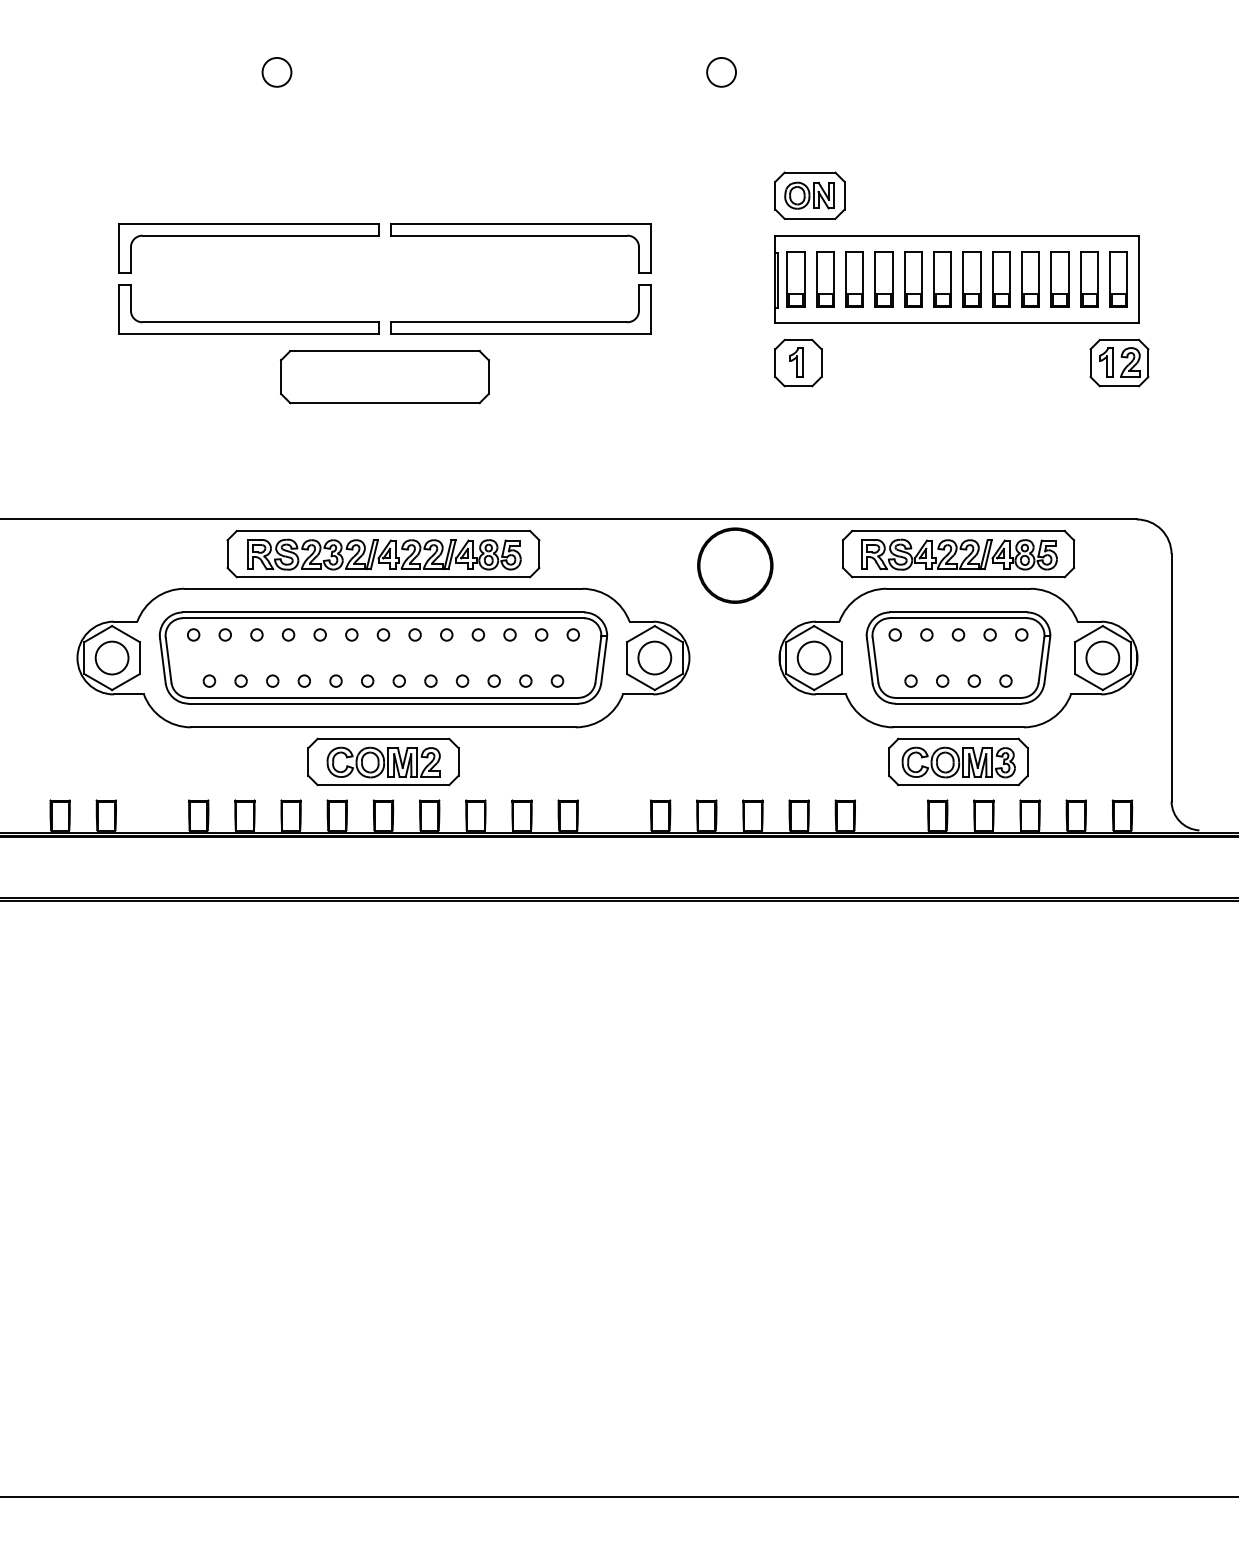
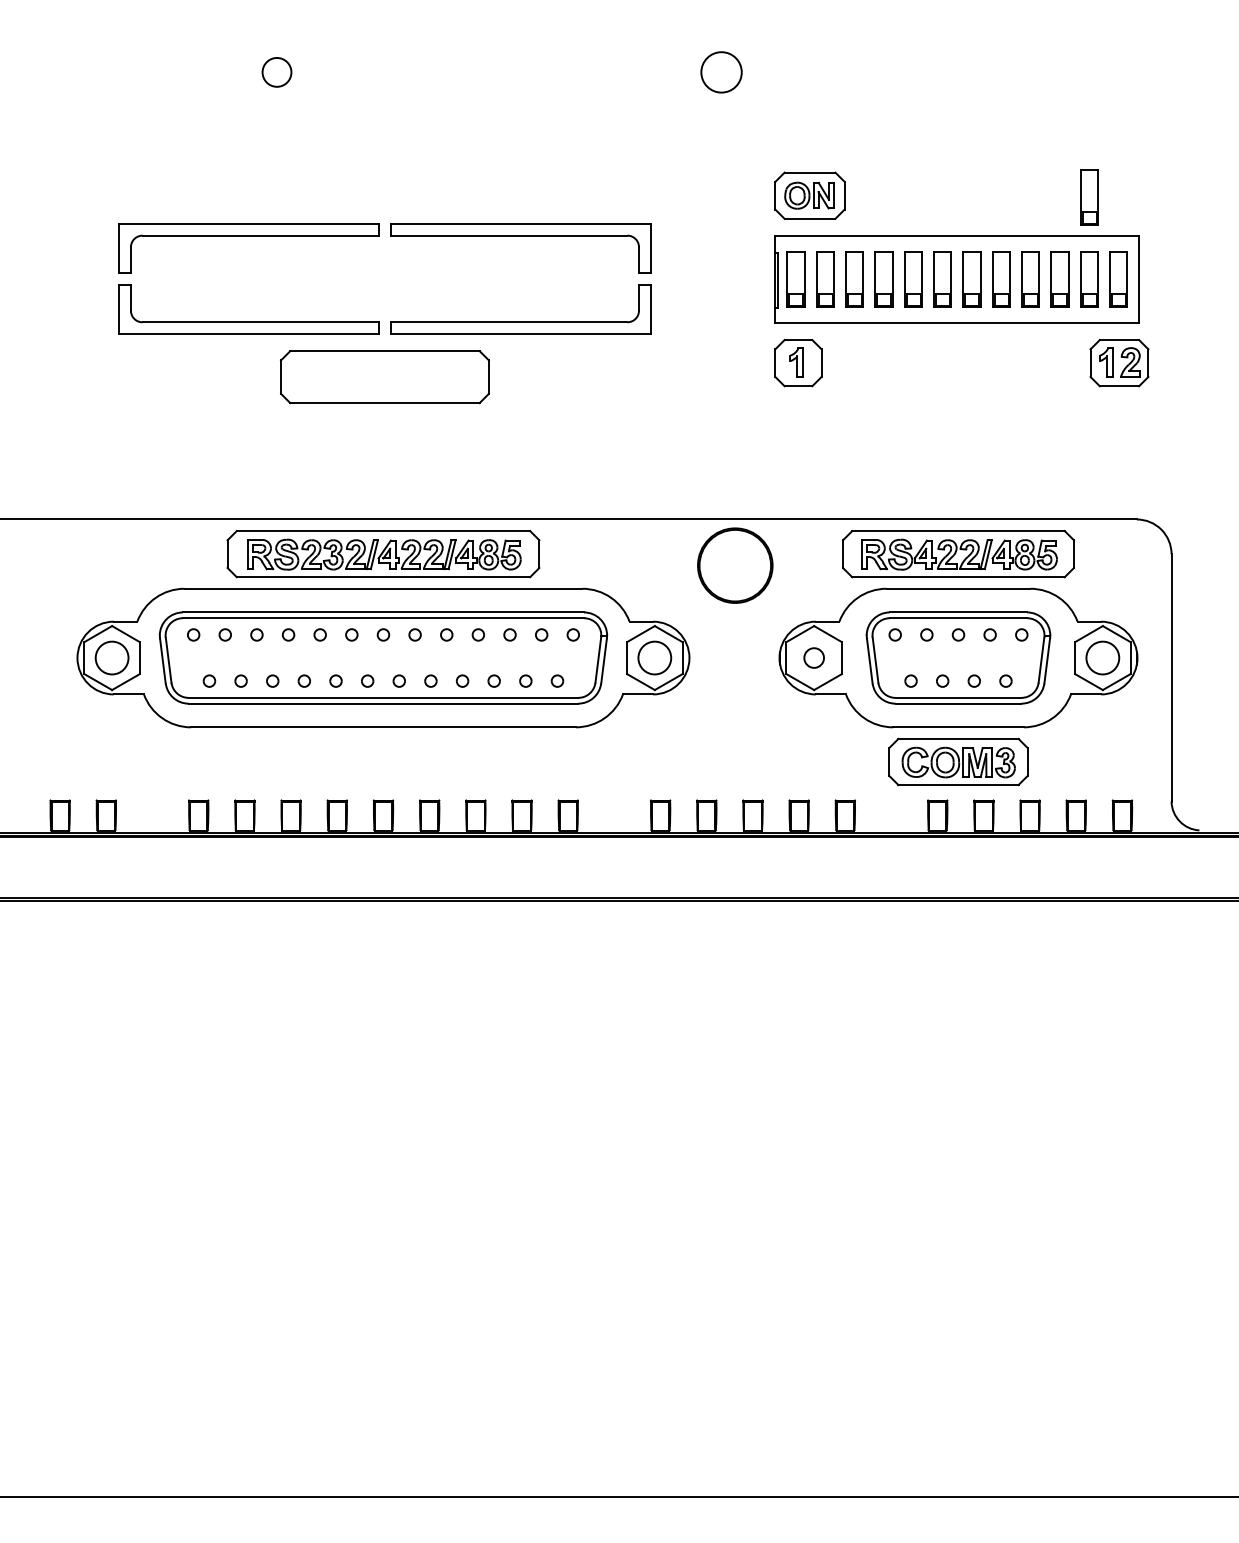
circle at (721, 71) diameter: 29 px -> 40 px
part at (1089, 197): none -> present
circle at (813, 657) diameter: 33 px -> 20 px
part at (383, 761): present -> none
